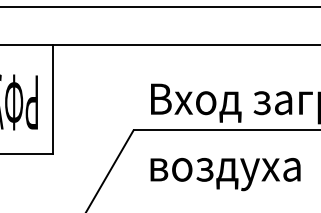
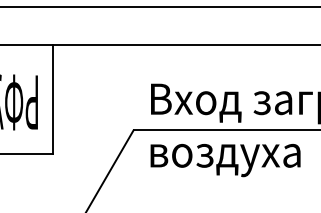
text at (225, 174) position: (225, 174) -> (225, 160)
